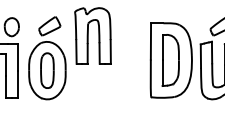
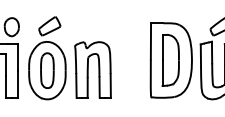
part at (92, 35) position: (92, 35) -> (92, 69)
